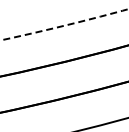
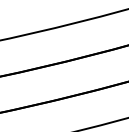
arc at (65, 25): dashed -> solid
